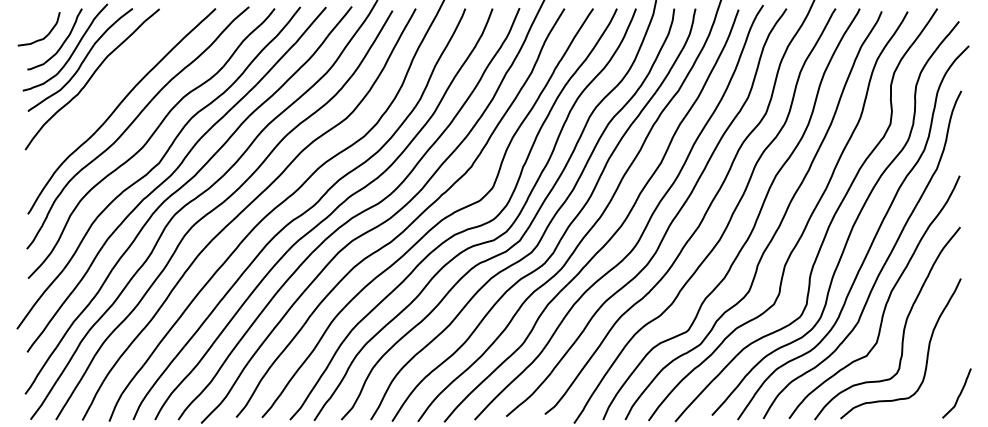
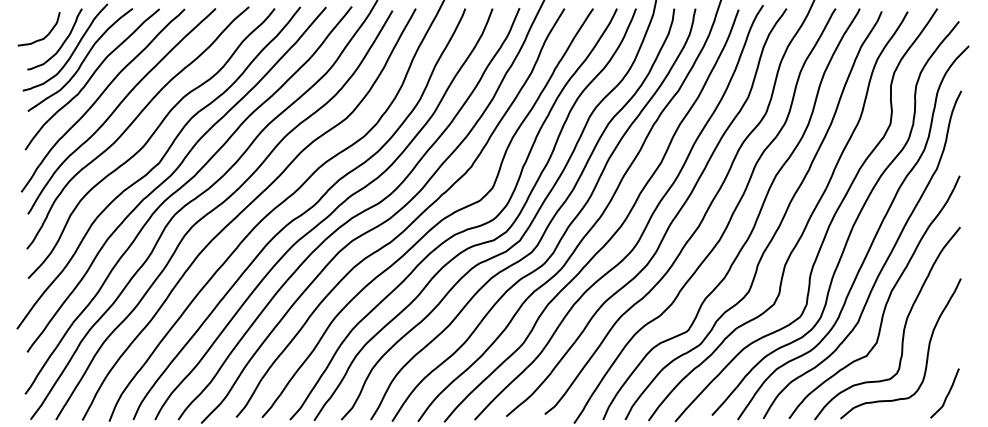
curve at (100, 97): none -> present
curve at (958, 395) position: (958, 395) -> (946, 395)
